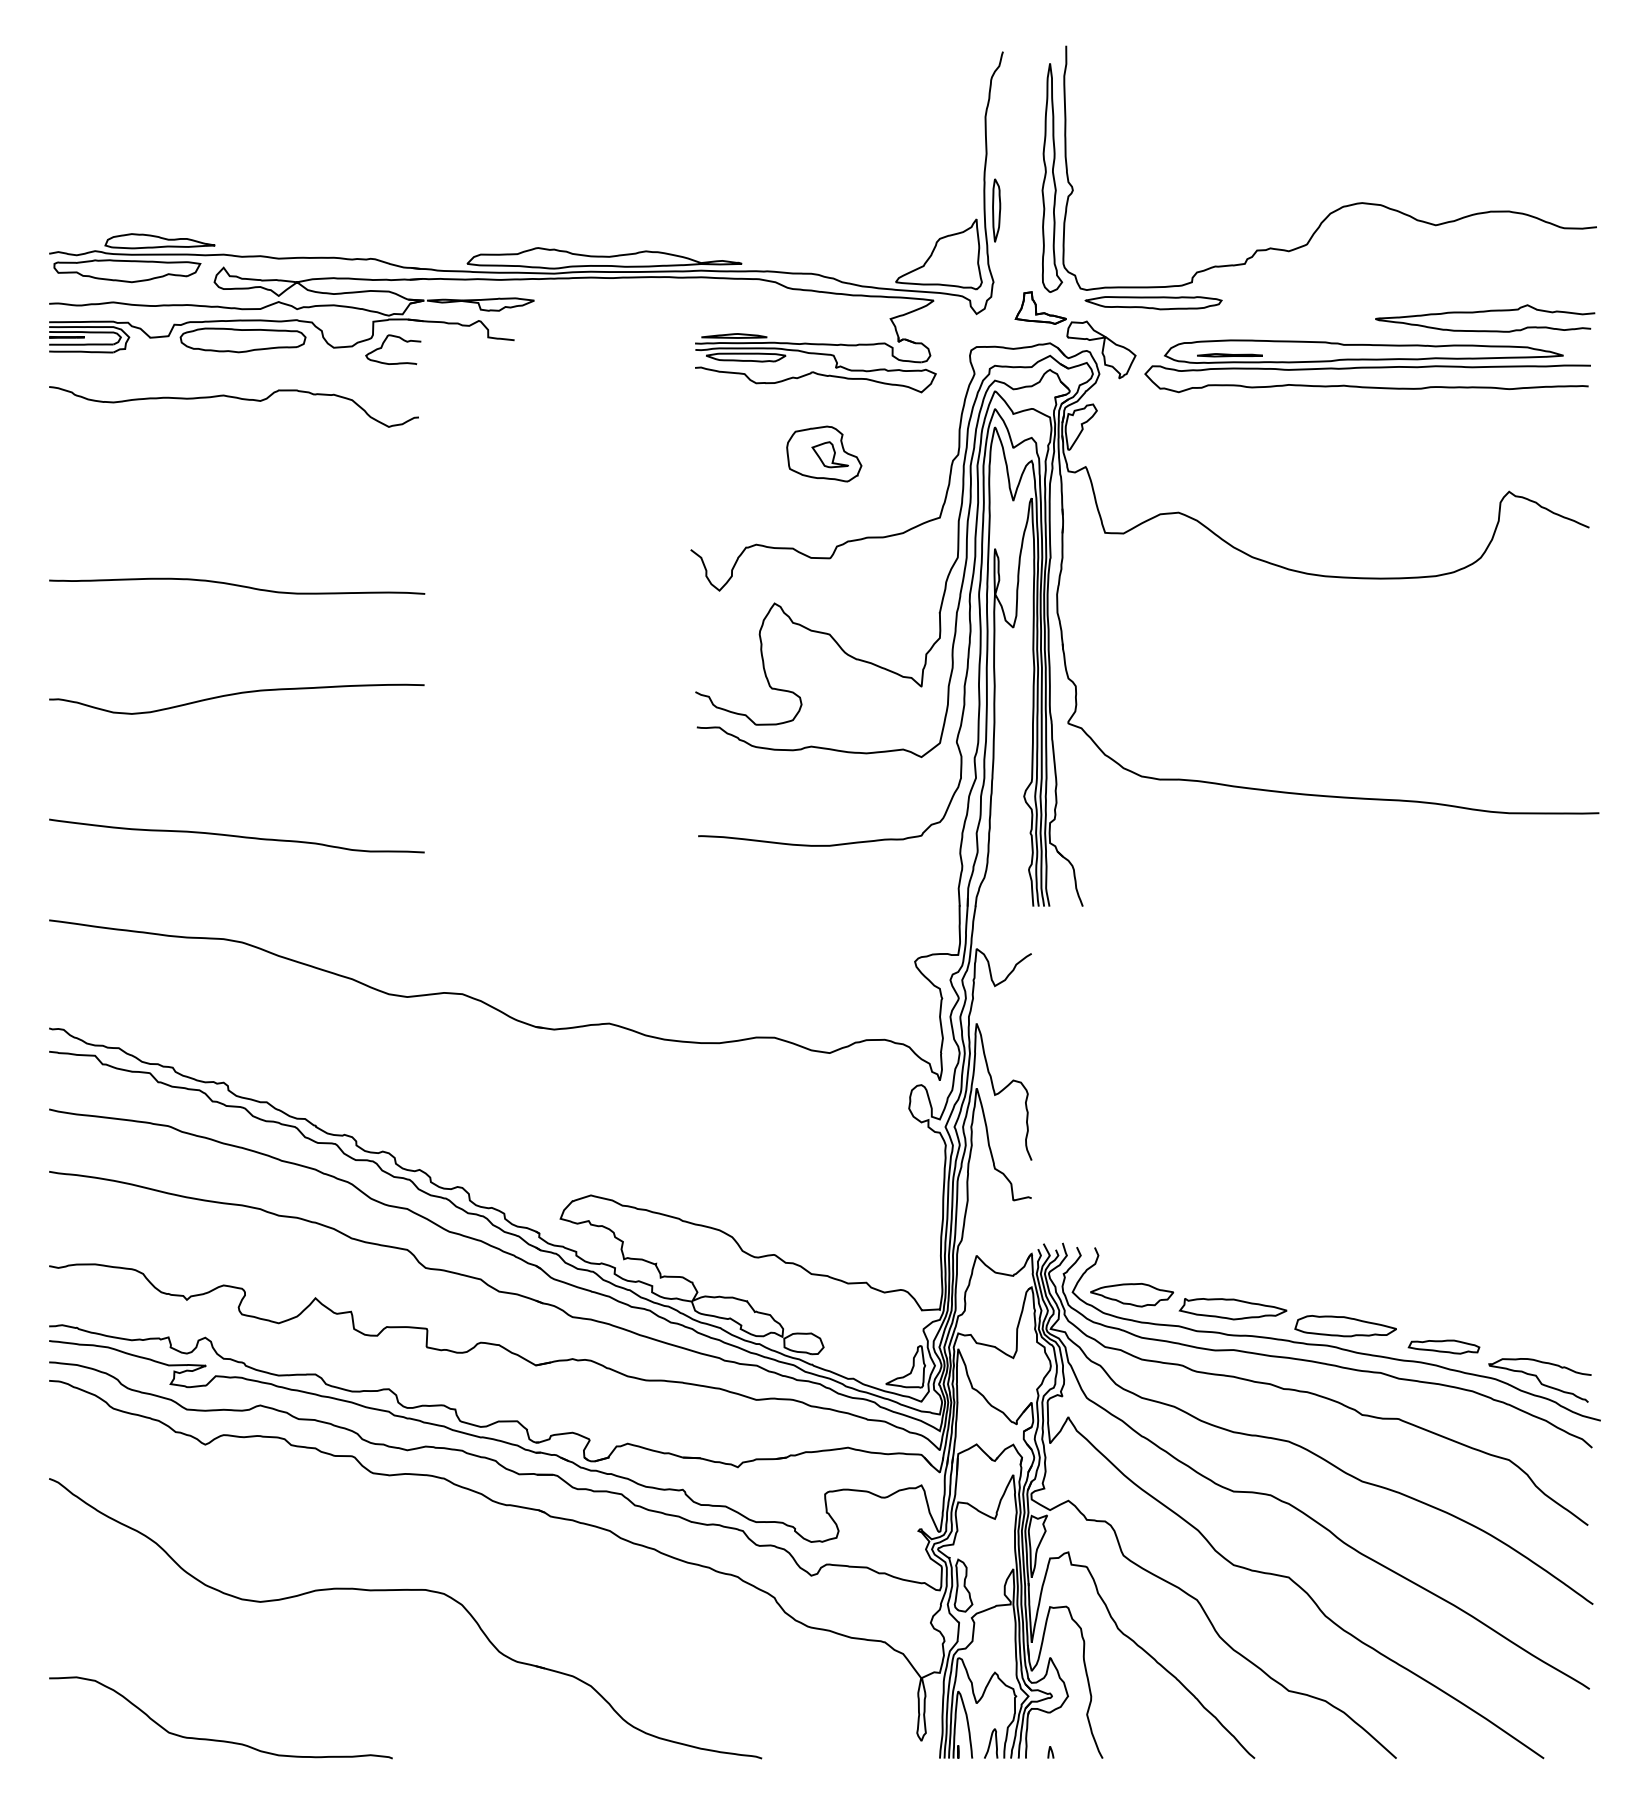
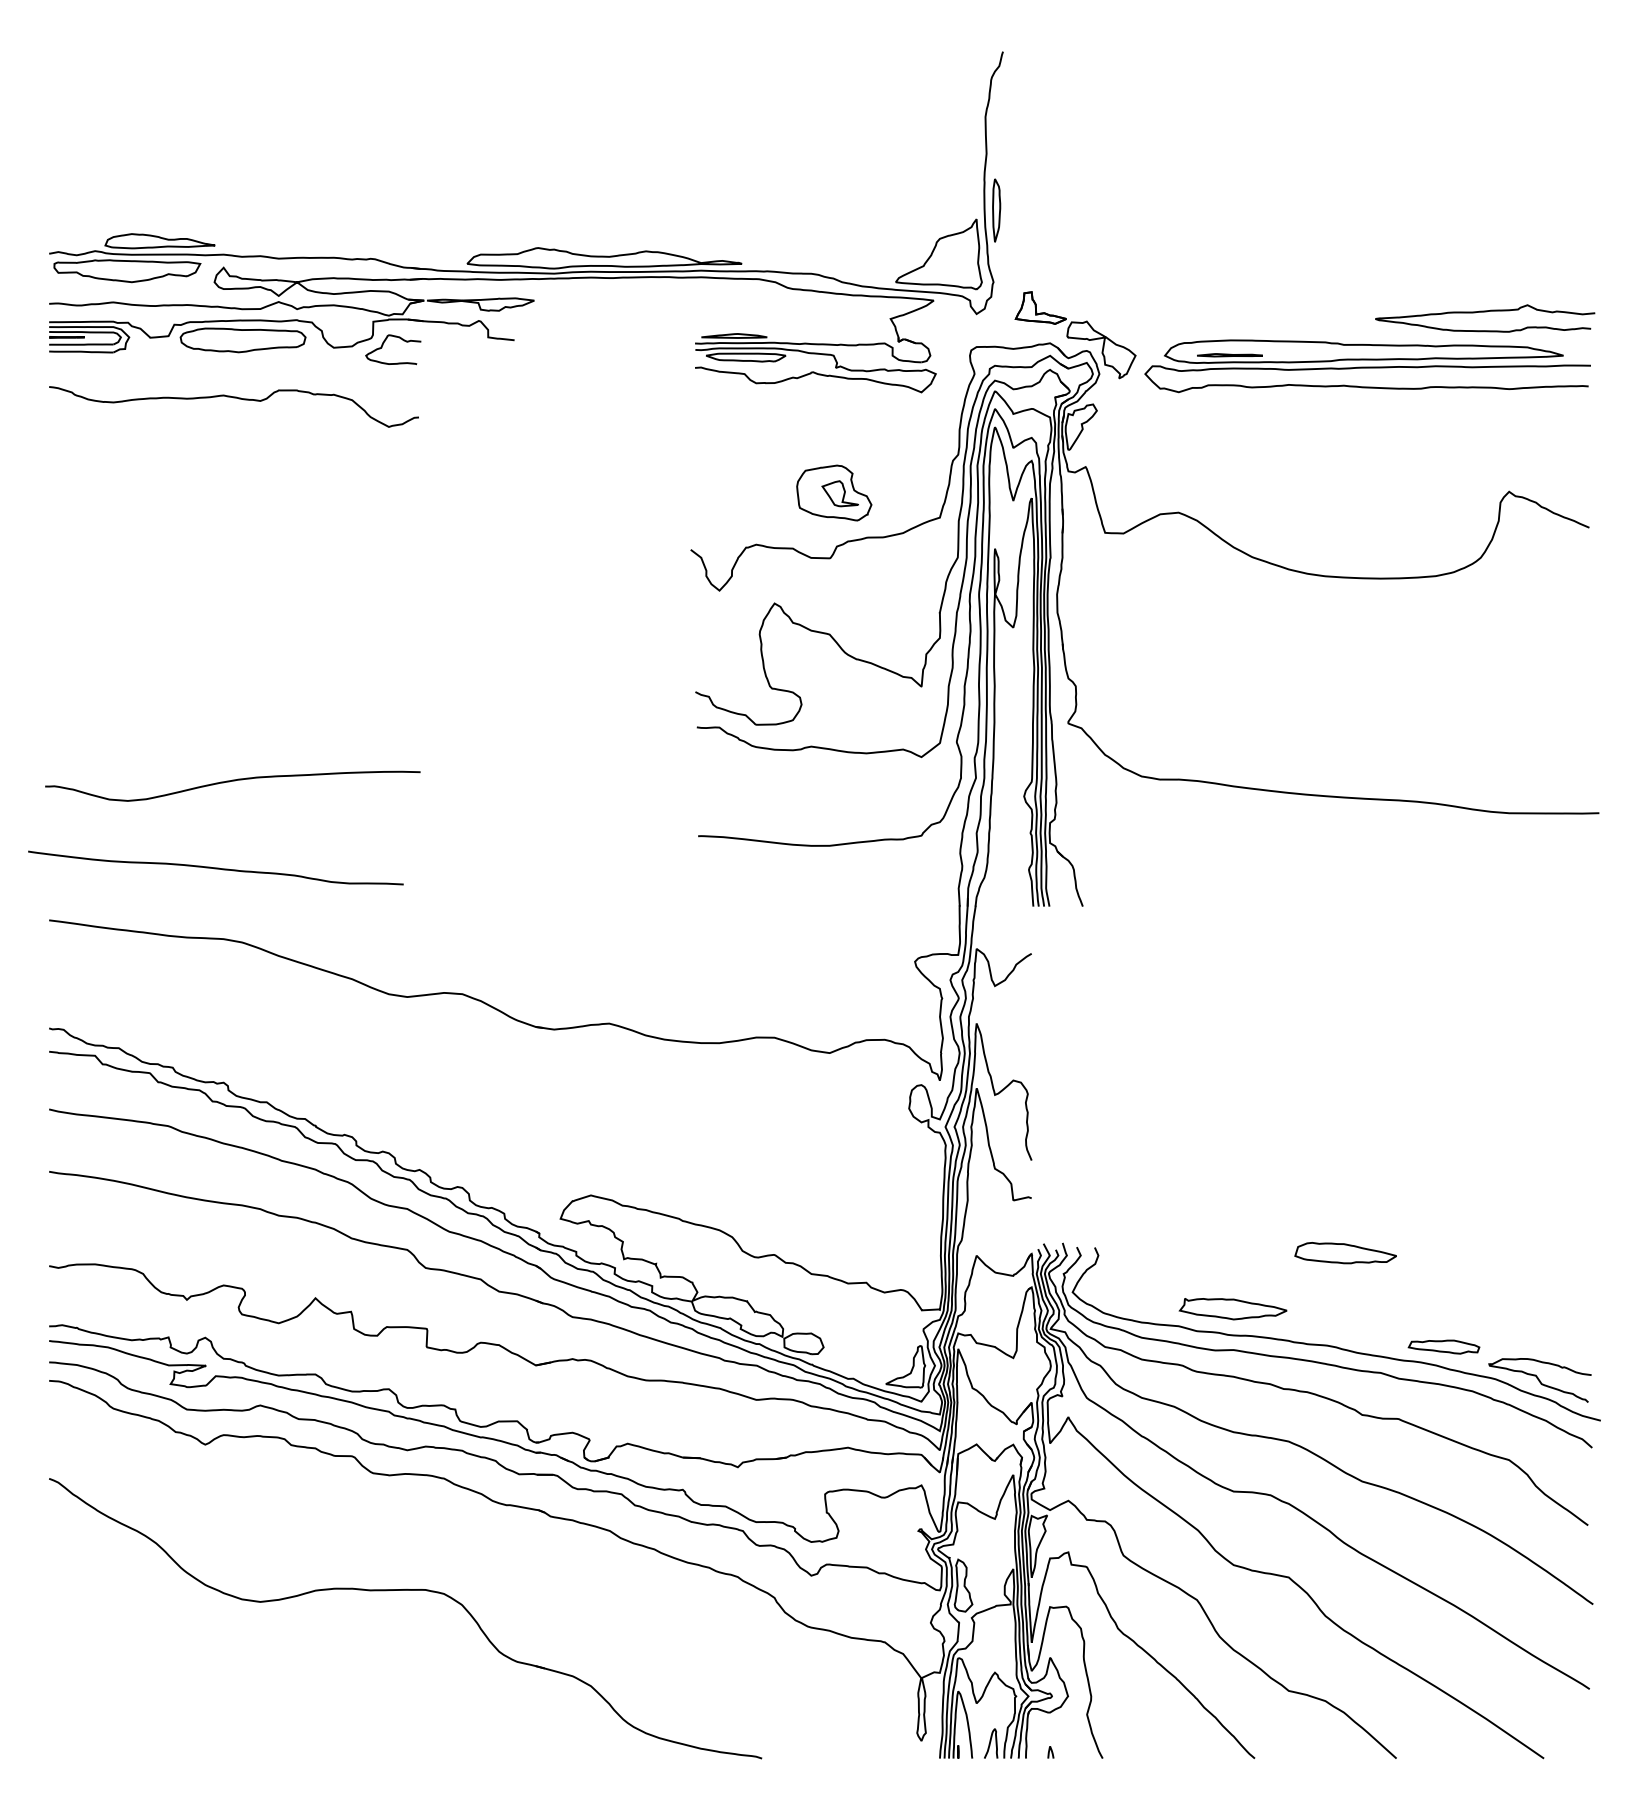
part at (1337, 208): present -> none
part at (824, 453) position: (824, 453) -> (834, 492)
curve at (237, 585): present -> none
curve at (236, 694) position: (236, 694) -> (232, 781)
curve at (236, 835) position: (236, 835) -> (215, 867)
part at (1132, 1295): present -> none
part at (1345, 1326) position: (1345, 1326) -> (1345, 1253)
curve at (217, 1739): present -> none
